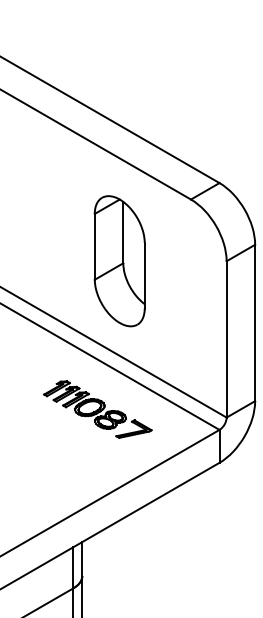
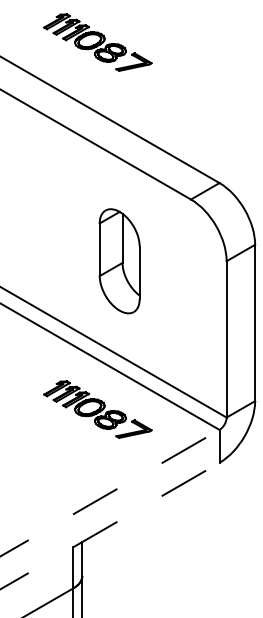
part at (97, 42): none -> present
part at (119, 261) size: 53x133 px -> 43x107 px
line at (110, 492): solid -> dashed
line at (110, 525): solid -> dashed
